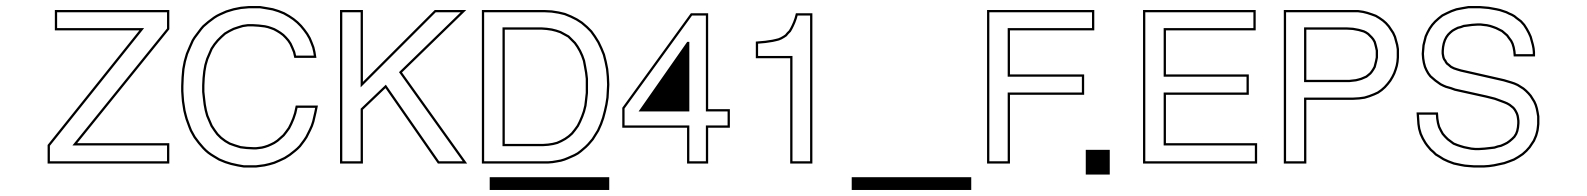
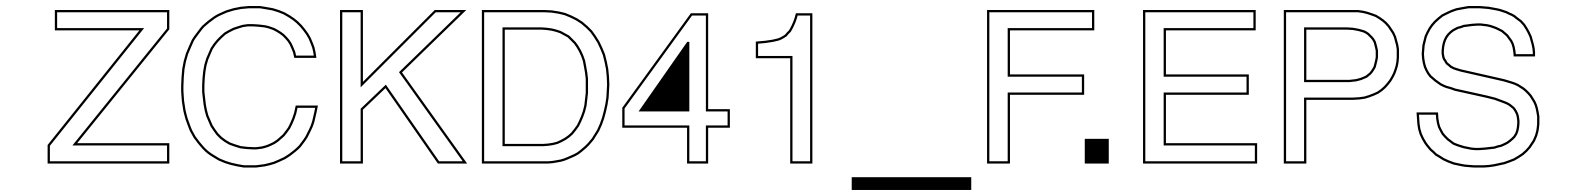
part at (1097, 161) position: (1097, 161) -> (1096, 150)
part at (549, 183): present -> none
